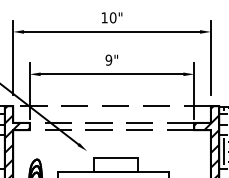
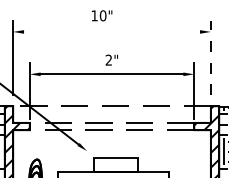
text at (111, 17) position: (111, 17) -> (101, 15)
line at (112, 31): present -> none
line at (210, 57): solid -> dashed
text at (108, 59): 9" -> 2"
